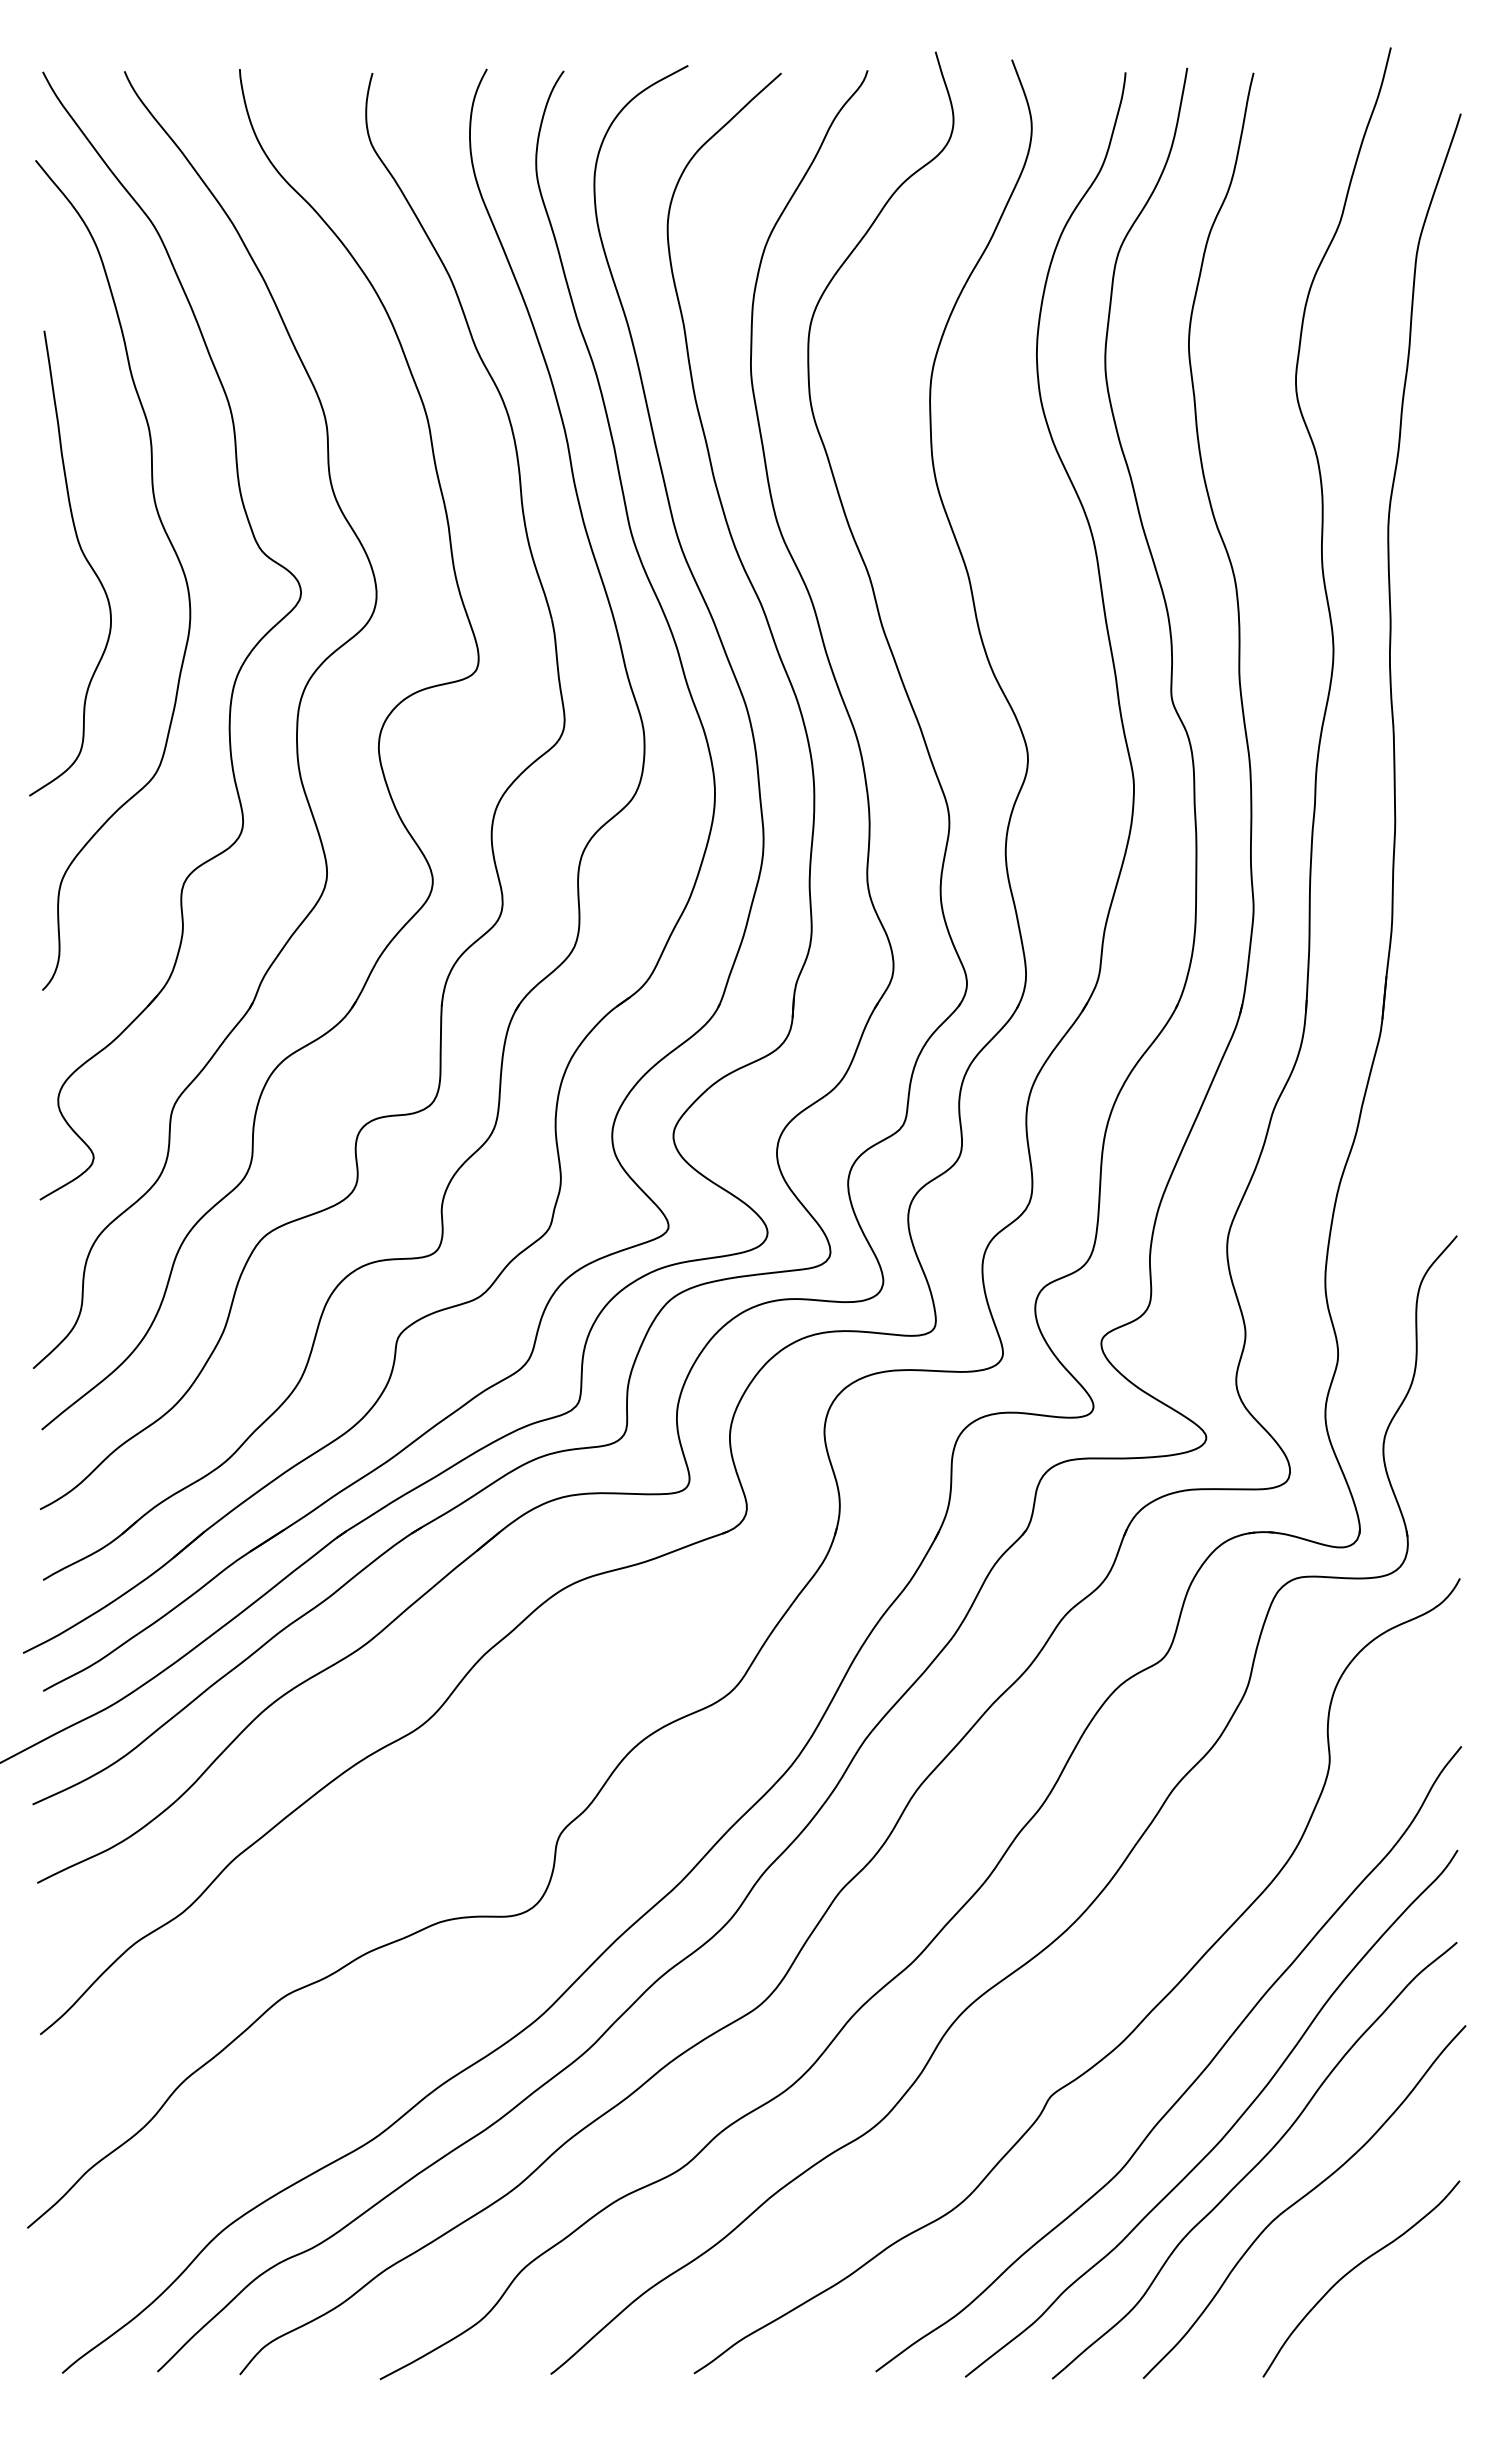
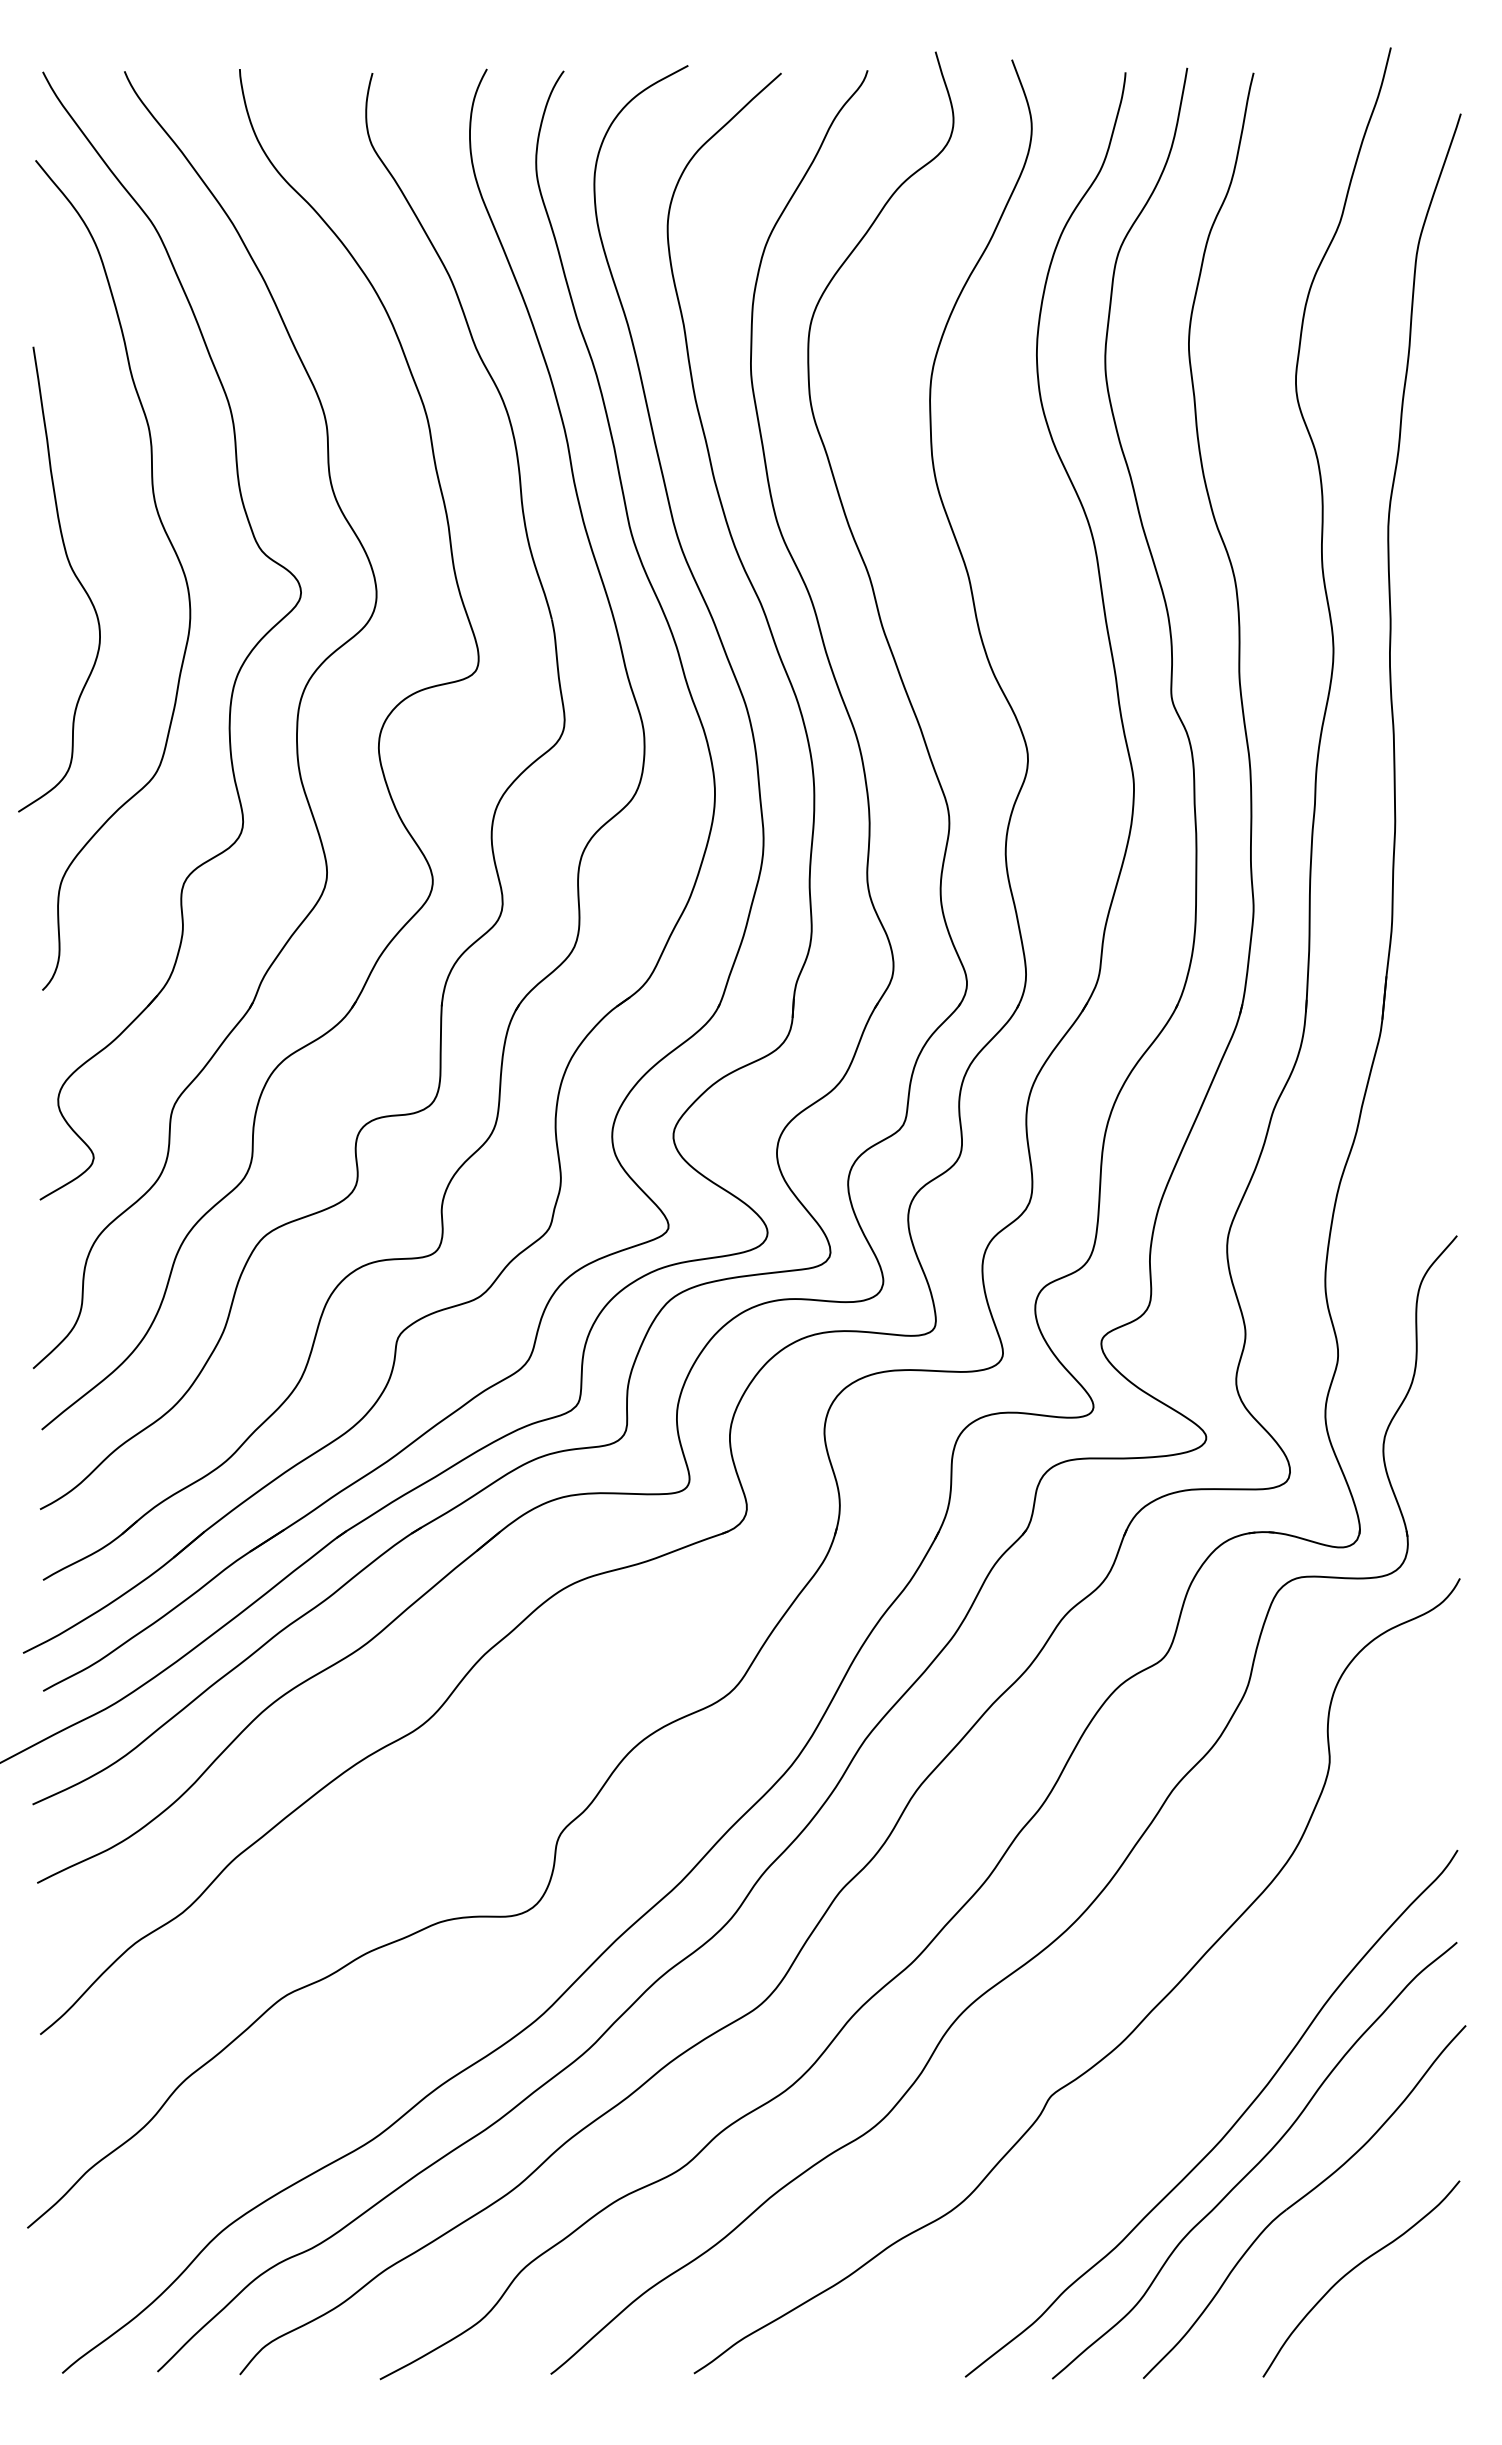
curve at (83, 556) position: (83, 556) -> (72, 572)
curve at (1195, 2078): present -> none
